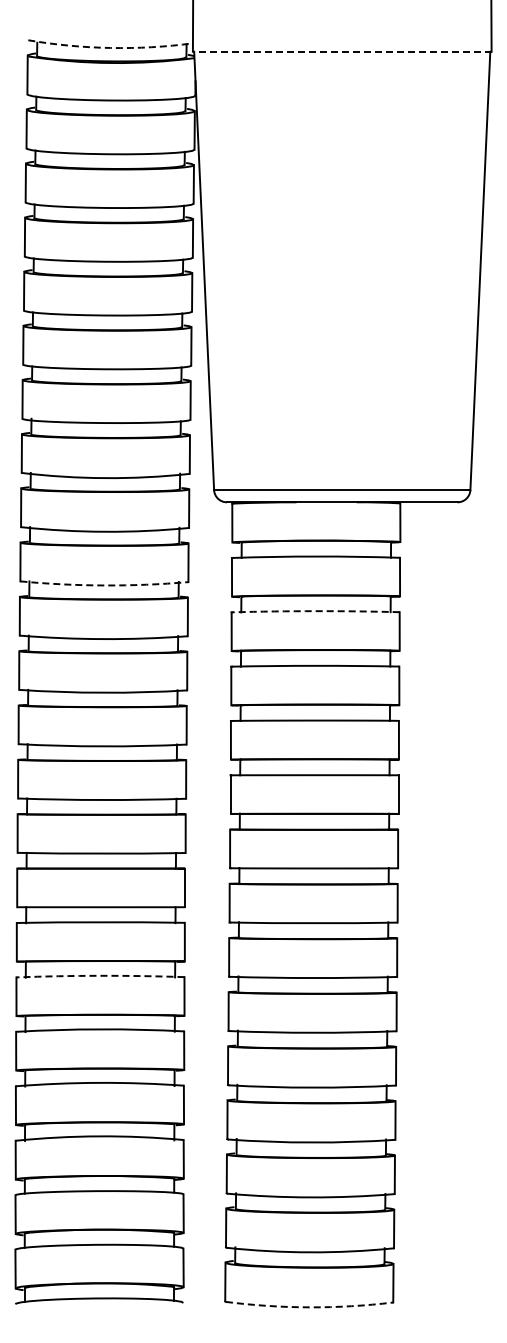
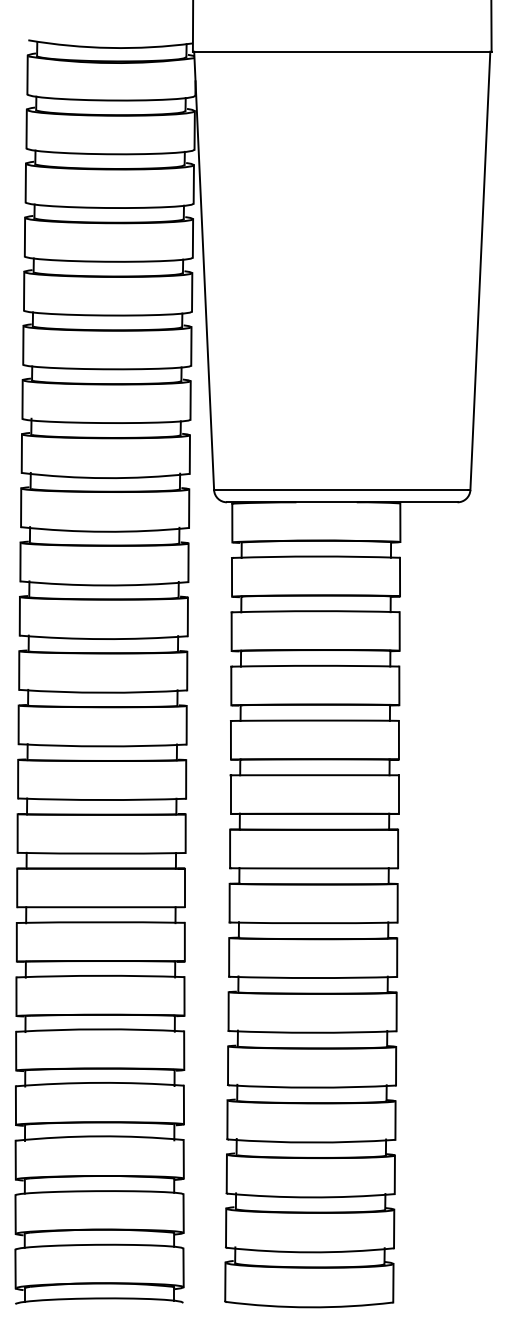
arc at (110, 47): dashed -> solid
line at (341, 51): dashed -> solid
arc at (104, 585): dashed -> solid
arc at (316, 611): dashed -> solid
arc at (100, 975): dashed -> solid
arc at (309, 1307): dashed -> solid
